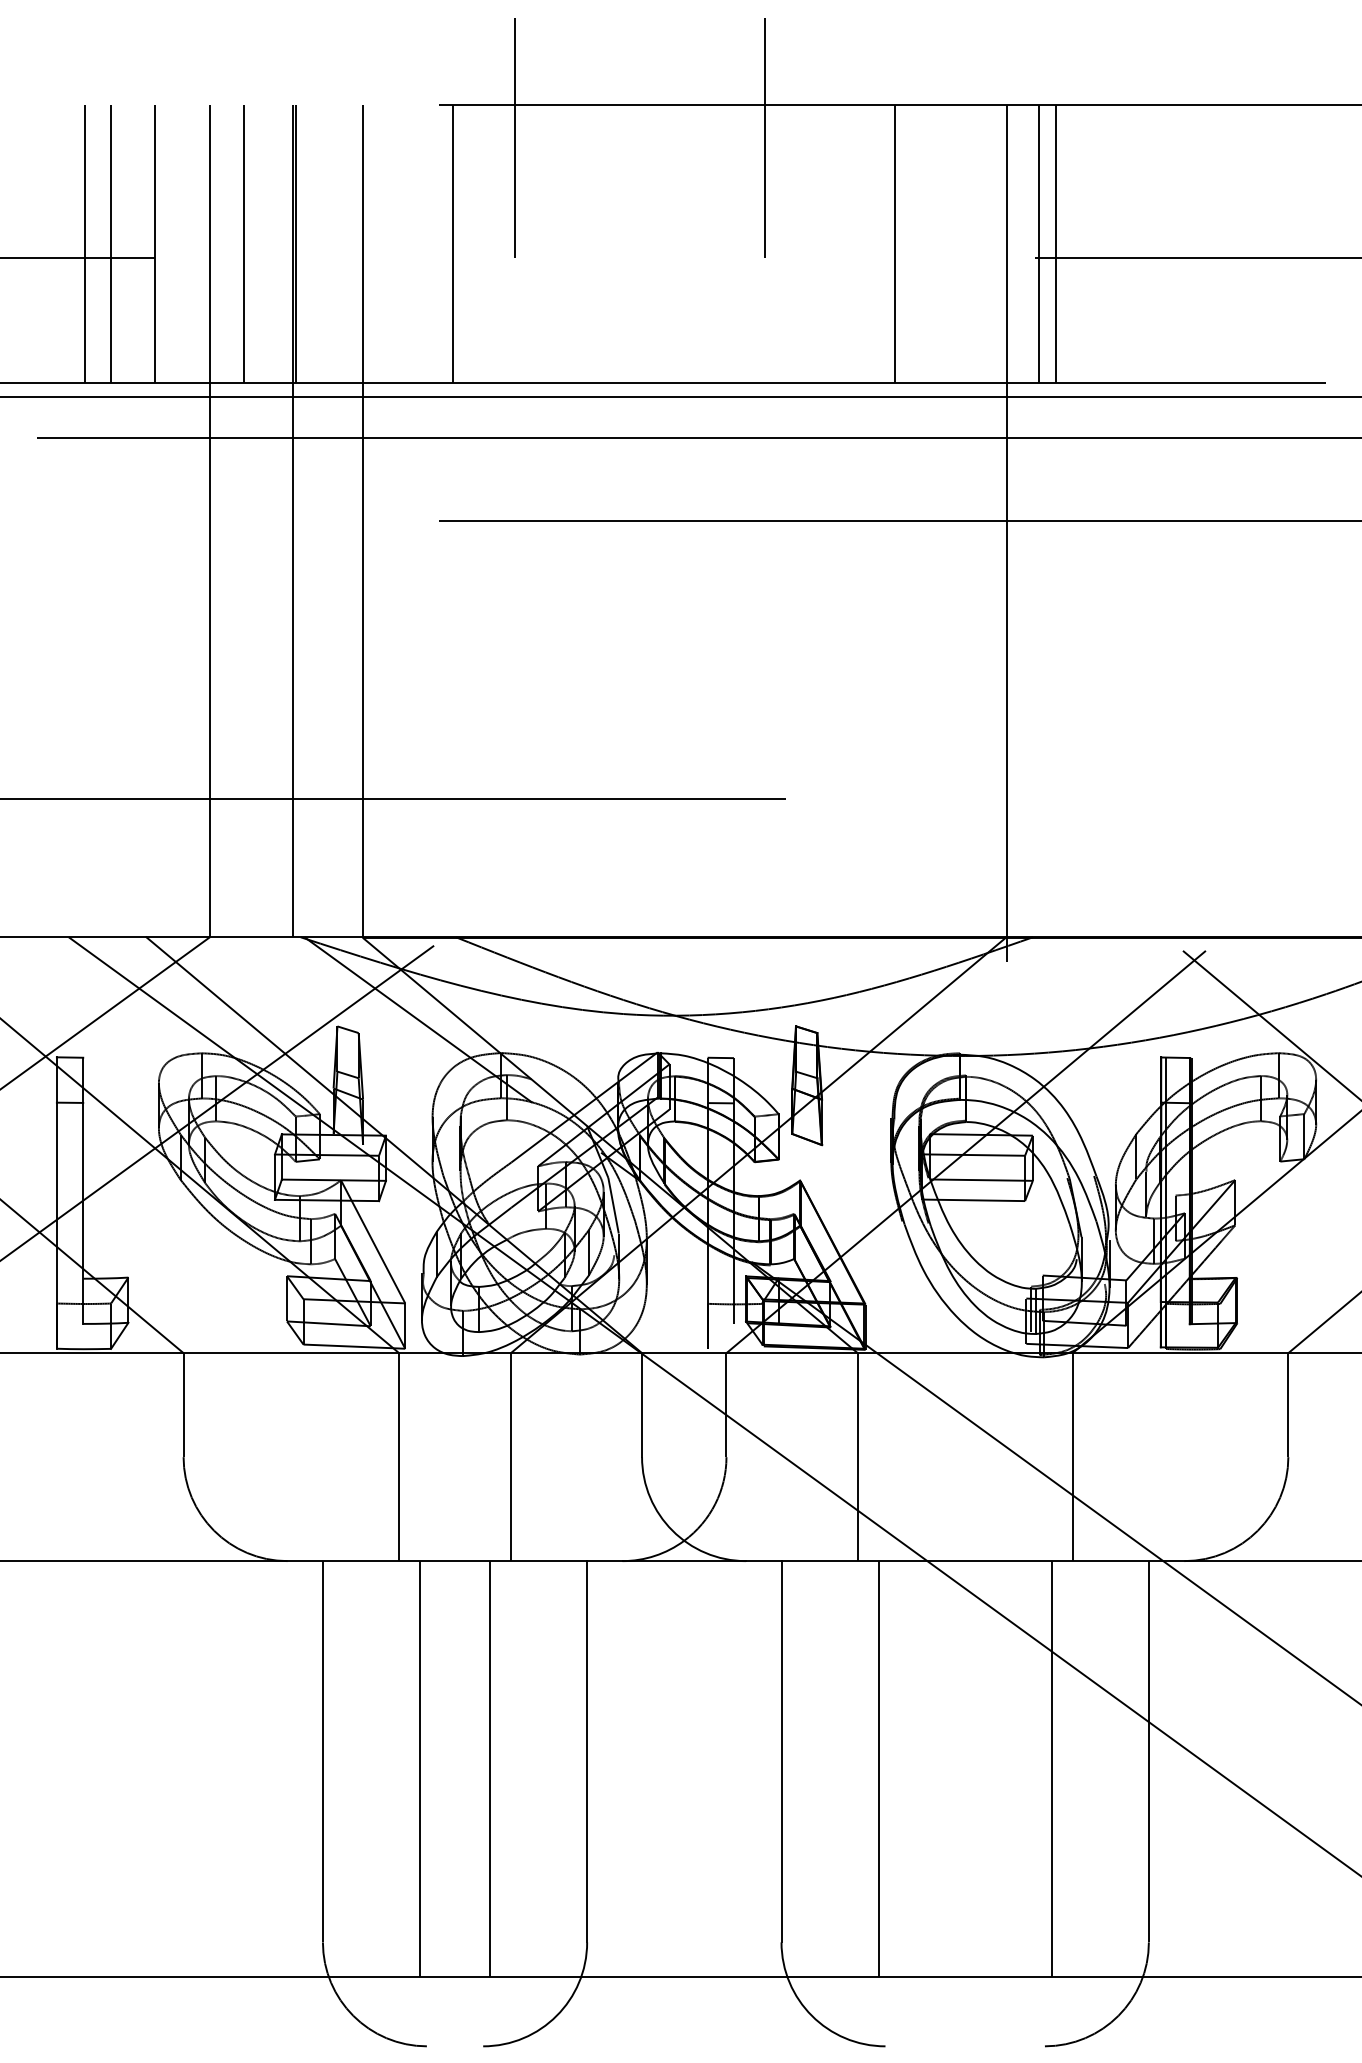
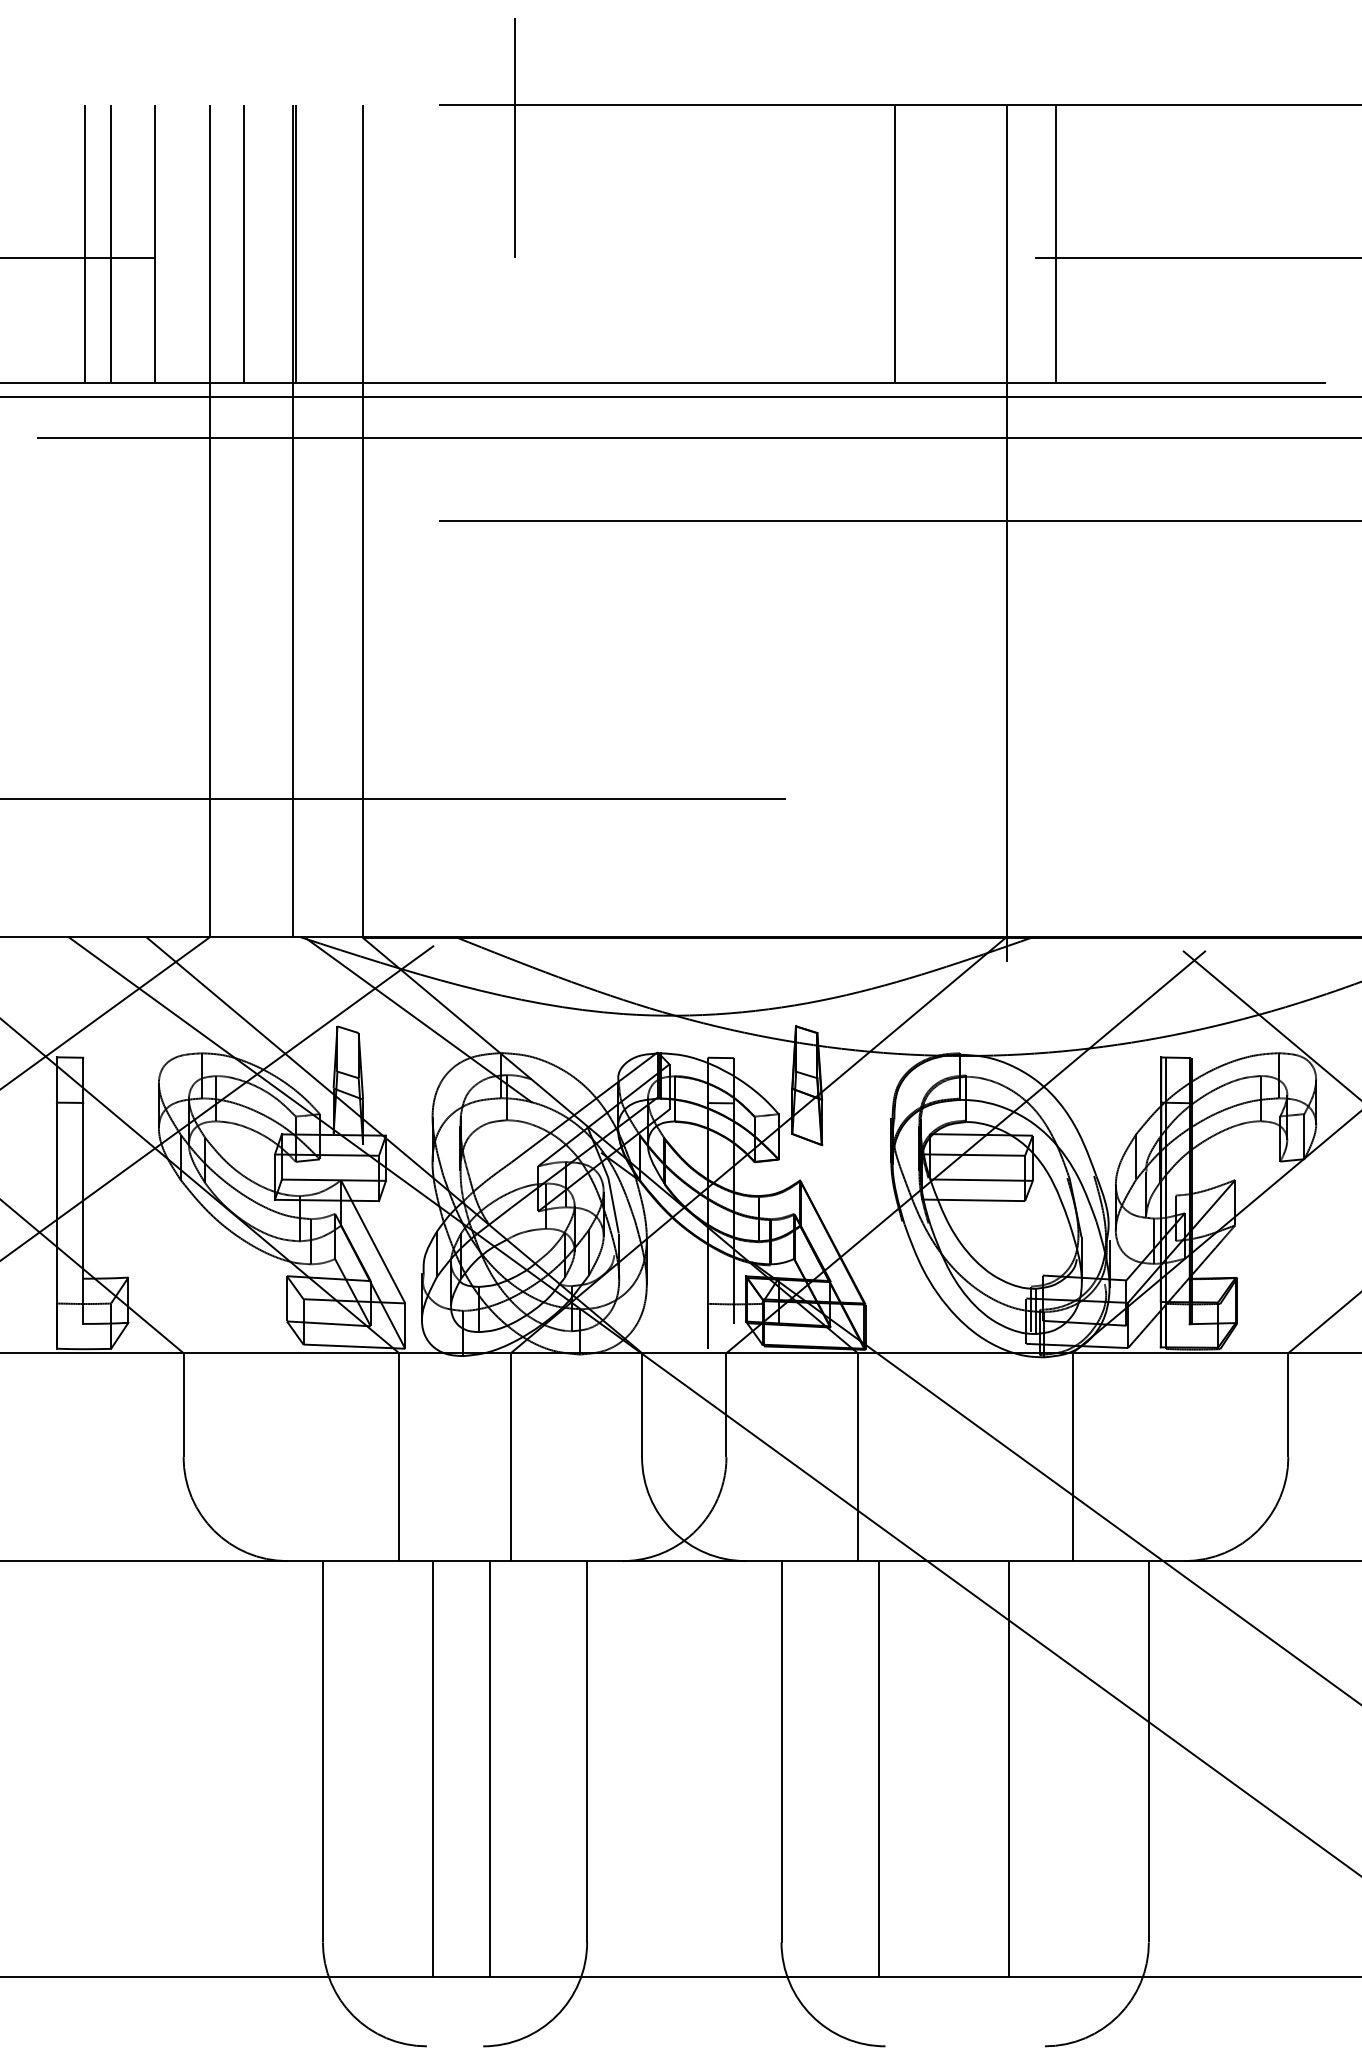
line at (764, 137): present -> none
line at (453, 243): present -> none
line at (1039, 243): present -> none
line at (419, 1769) position: (419, 1769) -> (432, 1769)
line at (1051, 1769) position: (1051, 1769) -> (1008, 1769)
